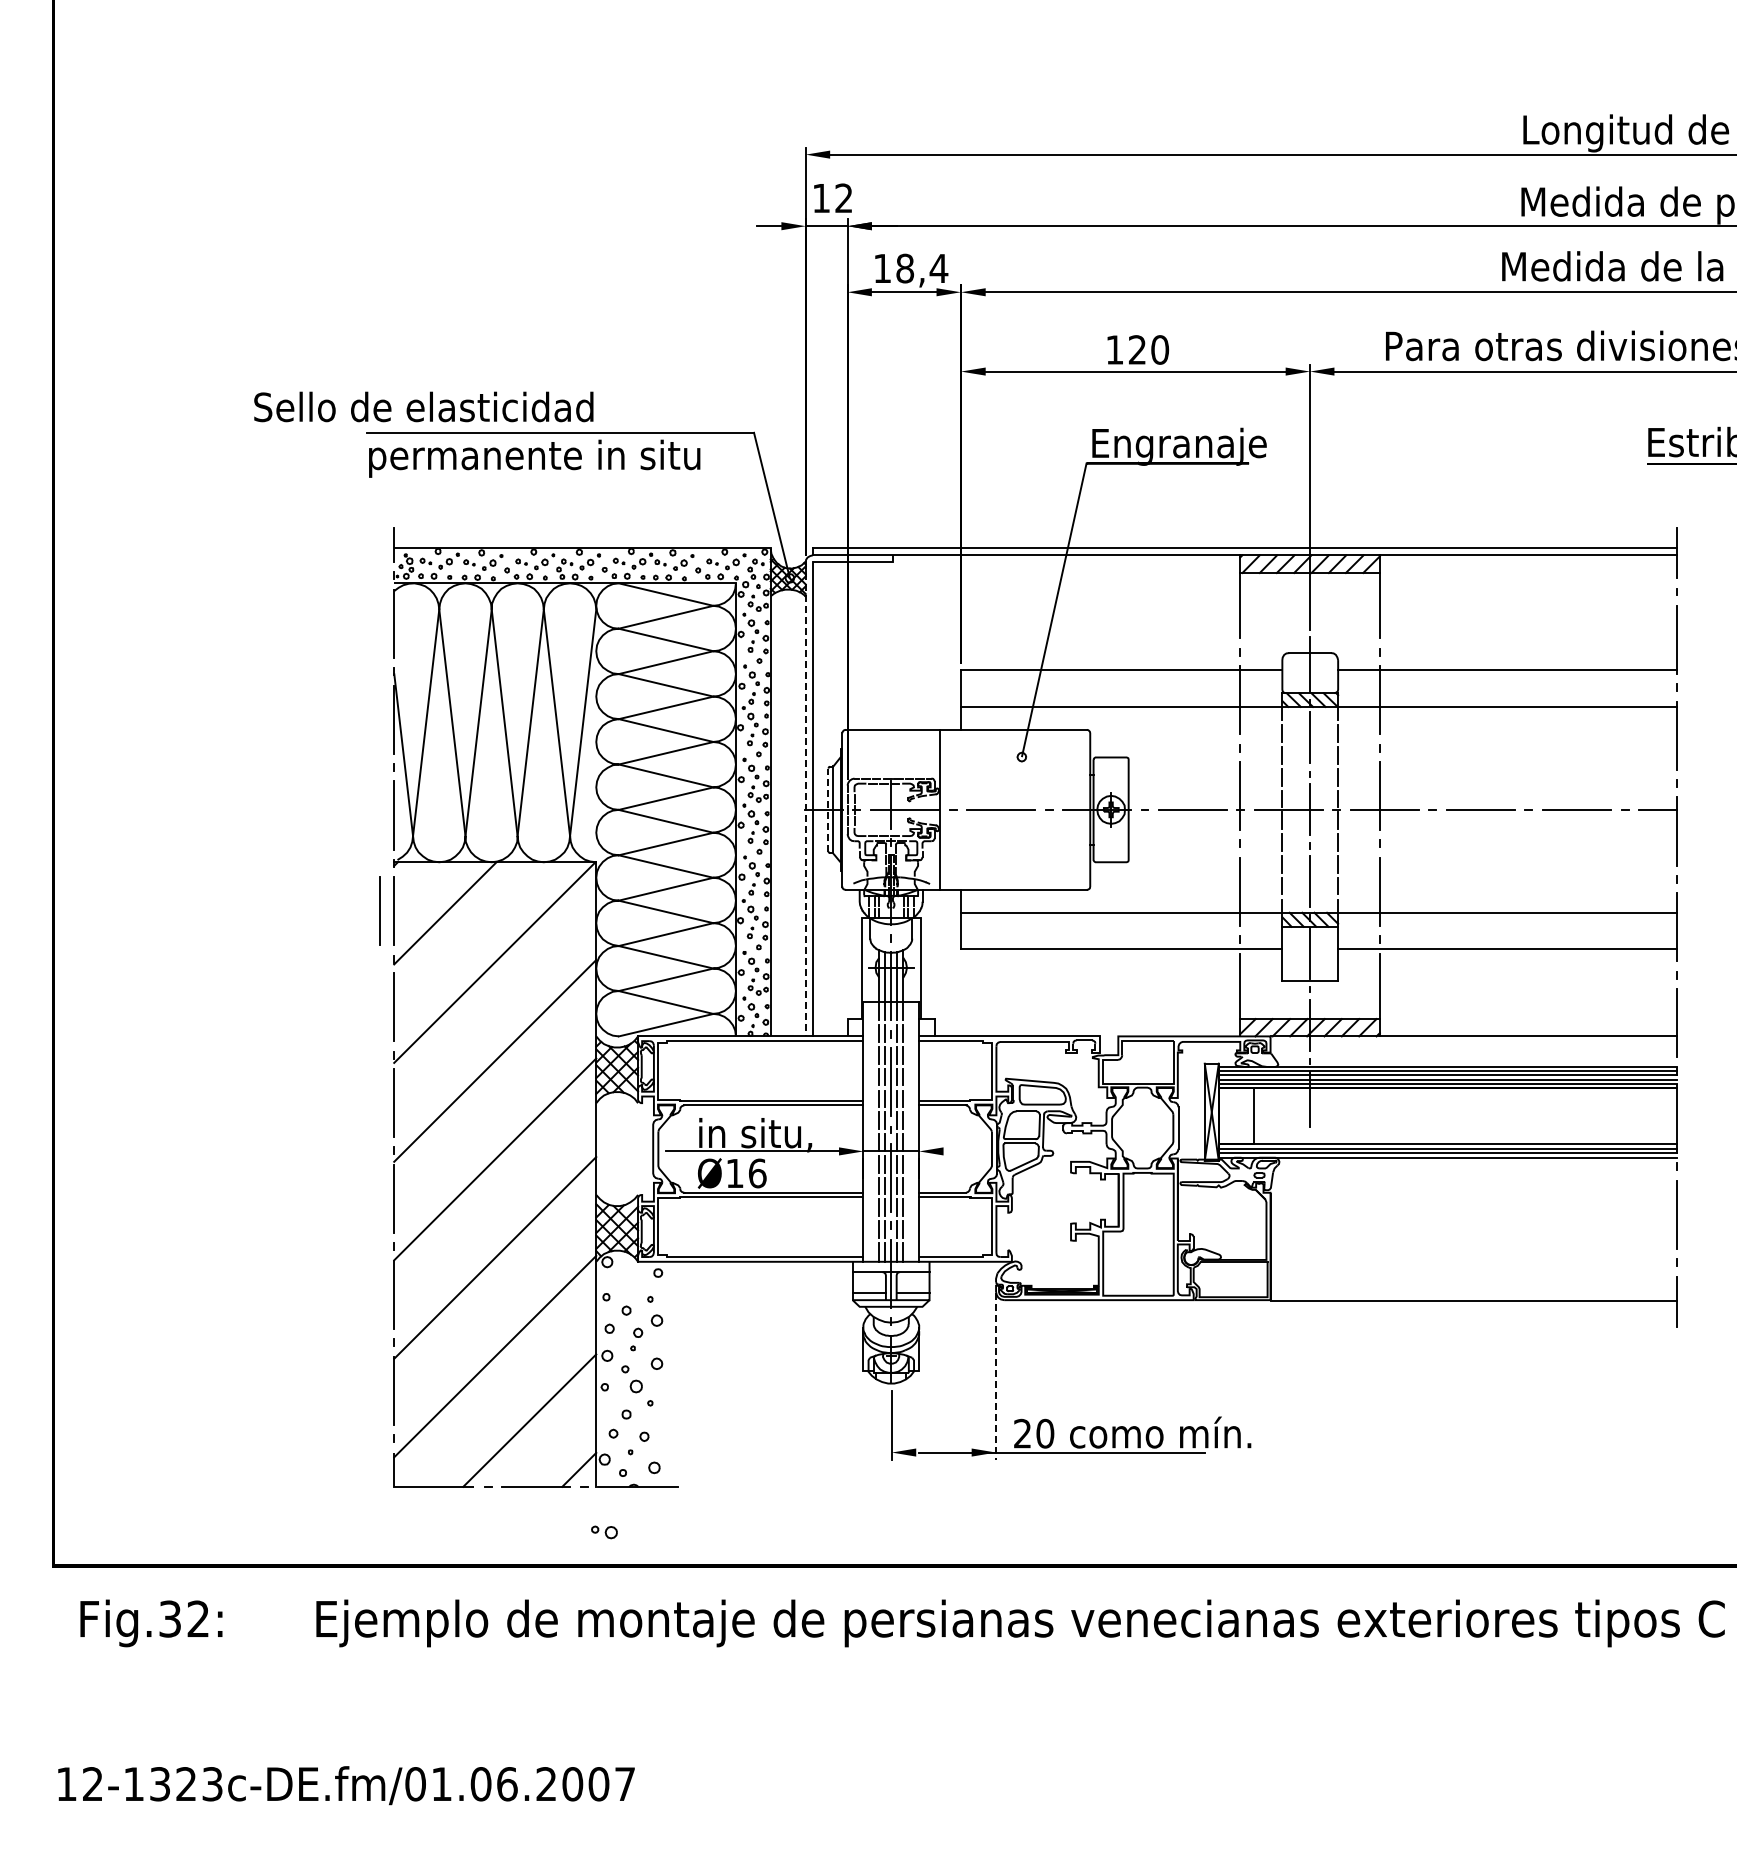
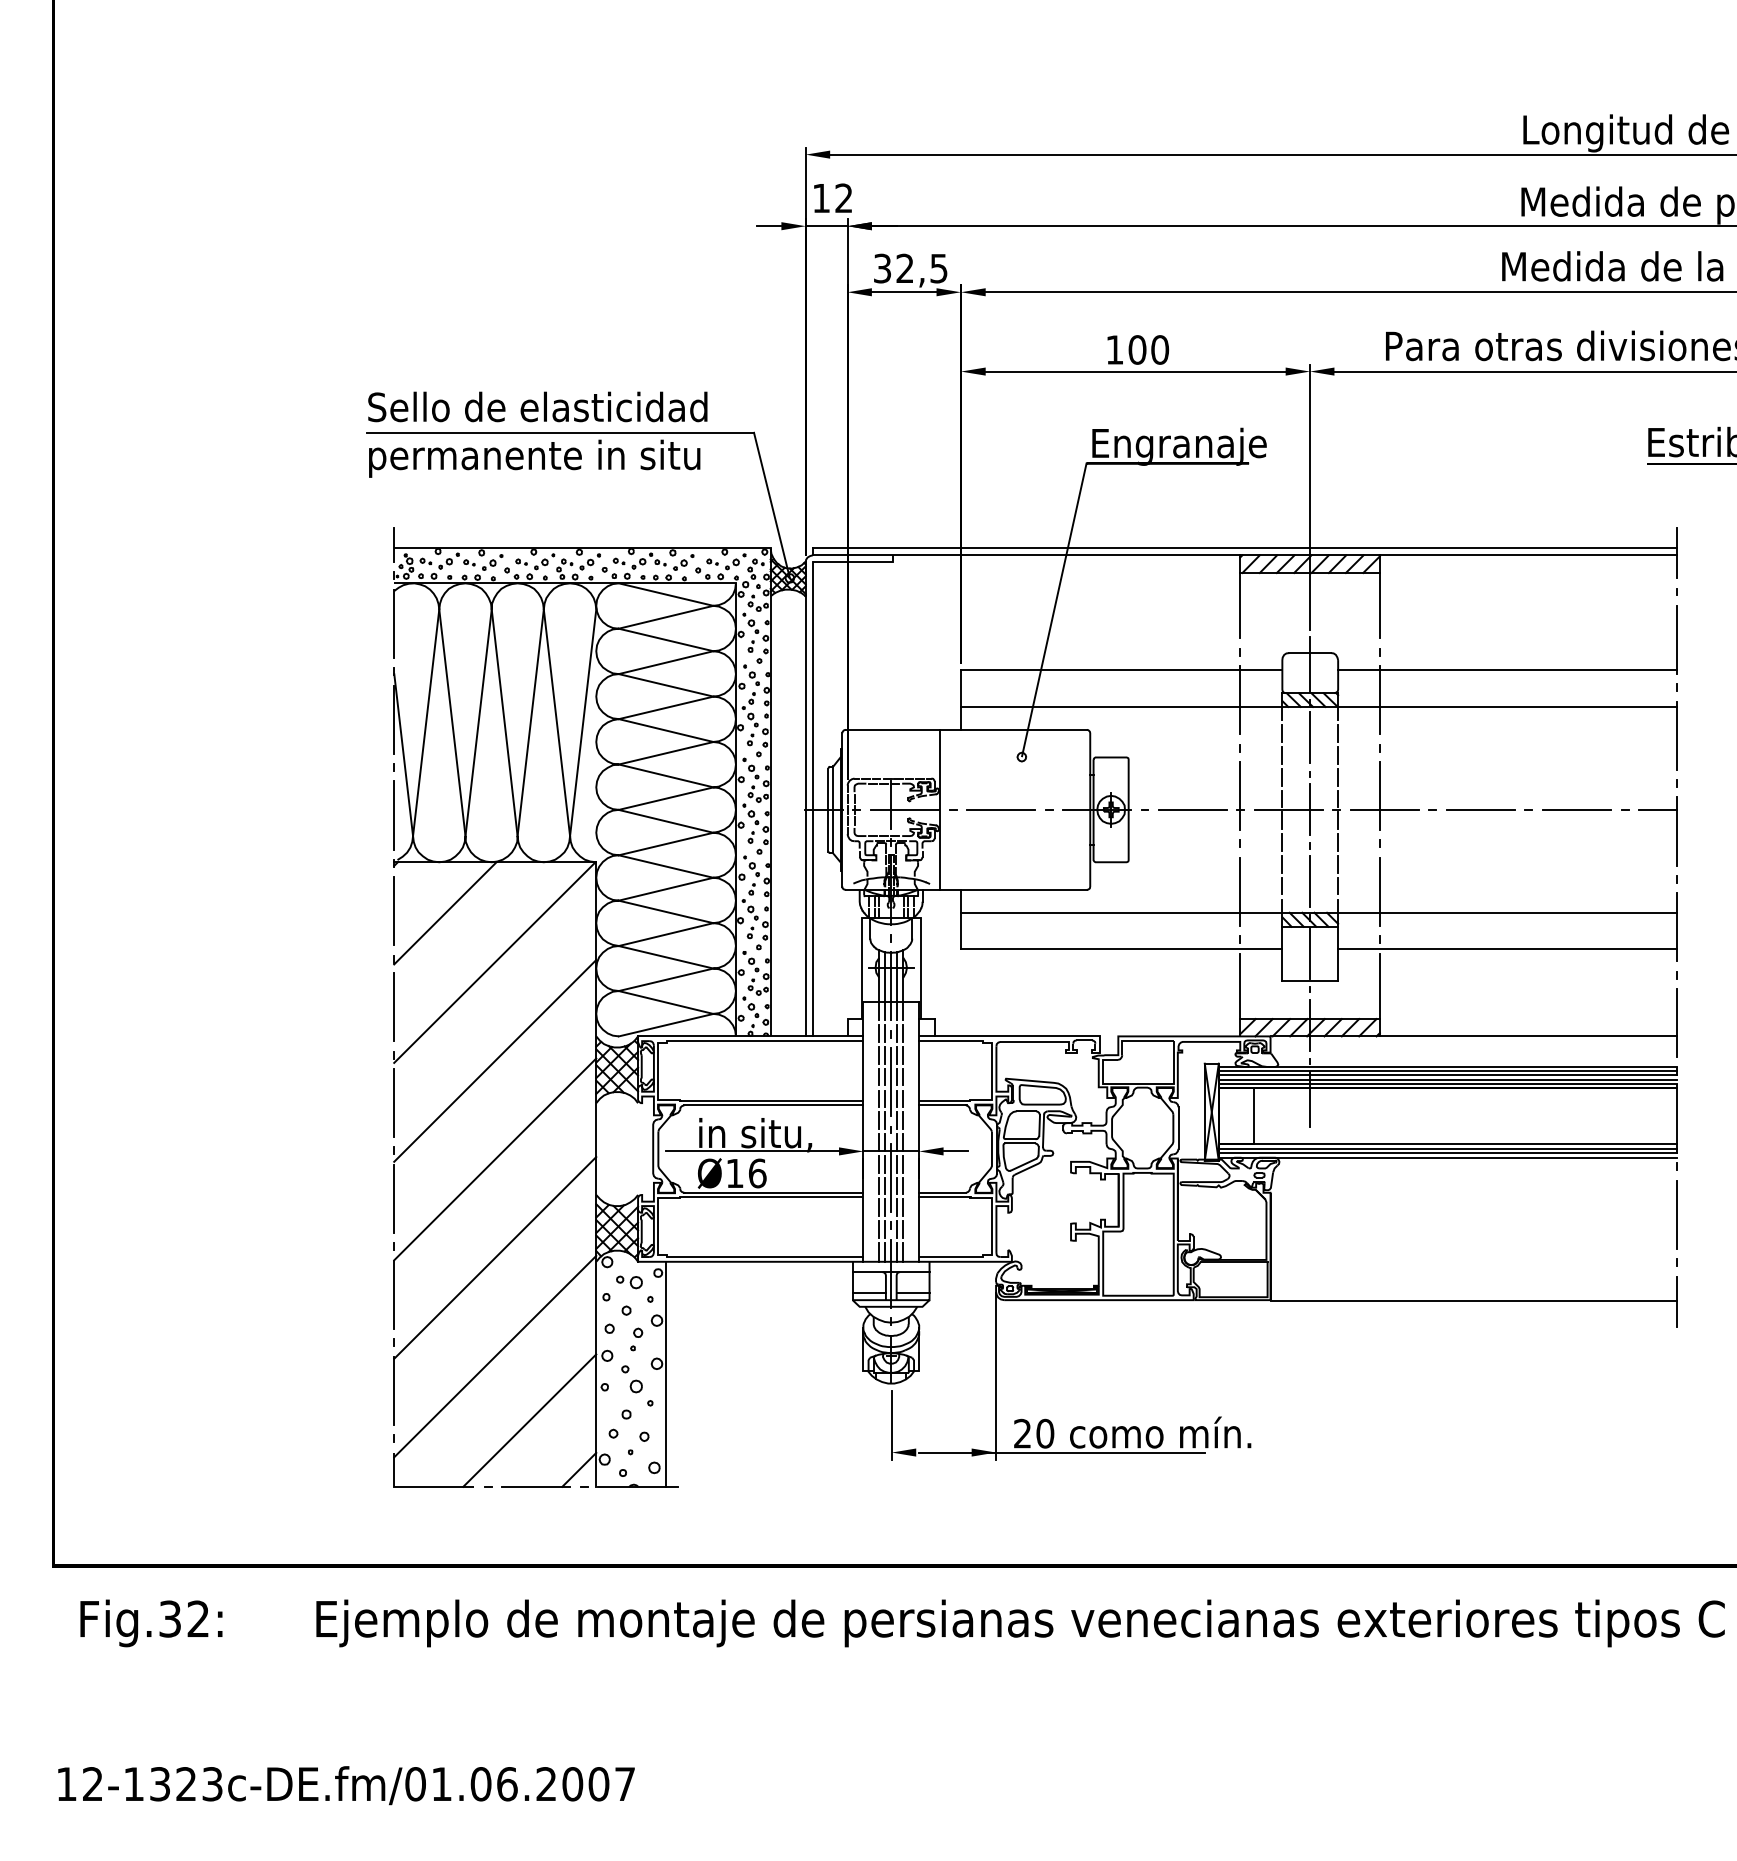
text at (911, 268): 18,4 -> 32,5
text at (1137, 349): 120 -> 100
text at (423, 406) position: (423, 406) -> (537, 406)
line at (805, 799): dashed -> solid
line at (828, 810): dashed -> solid
line at (379, 910): present -> none
line at (955, 1151): none -> present
line at (666, 1373): none -> present
line at (996, 1376): dashed -> solid
part at (604, 1532) position: (604, 1532) -> (629, 1282)
